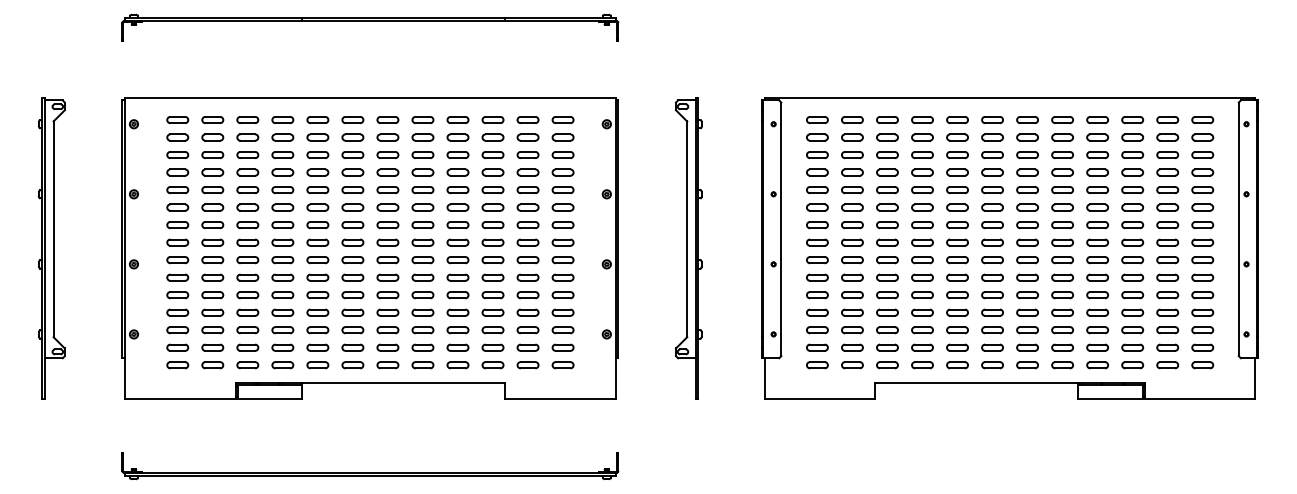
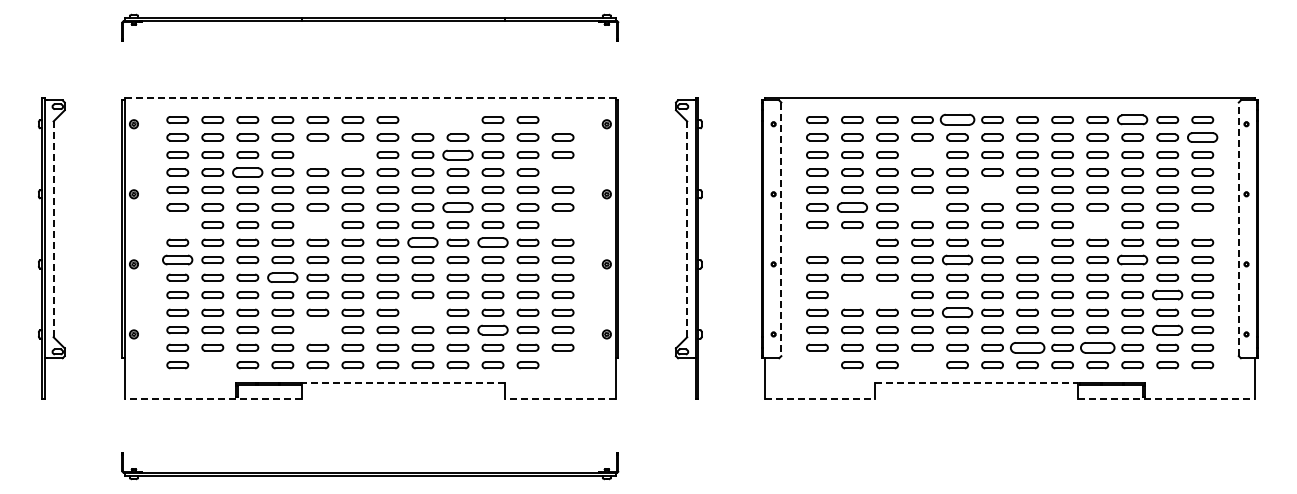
line at (370, 97): solid -> dashed
part at (422, 119): present -> none
part at (457, 119): present -> none
part at (562, 119): present -> none
part at (957, 120) size: 23x9 px -> 37x13 px
part at (1132, 120) size: 24x9 px -> 32x12 px
part at (1202, 137) size: 24x9 px -> 32x11 px
part at (317, 154): present -> none
part at (352, 154): present -> none
part at (457, 154) size: 24x8 px -> 32x12 px
part at (922, 155): present -> none
part at (247, 172) size: 24x9 px -> 32x11 px
part at (562, 172): present -> none
part at (992, 190): present -> none
part at (457, 207) size: 24x9 px -> 32x11 px
part at (852, 207) size: 23x9 px -> 32x11 px
part at (922, 207): present -> none
part at (177, 225): present -> none
part at (317, 225): present -> none
part at (562, 225): present -> none
part at (1097, 225): present -> none
part at (1202, 225): present -> none
line at (53, 229): solid -> dashed
line at (687, 229): solid -> dashed
line at (781, 229): solid -> dashed
line at (1238, 229): solid -> dashed
part at (422, 242) size: 24x9 px -> 32x11 px
part at (492, 242) size: 24x9 px -> 32x11 px
part at (817, 242): present -> none
part at (852, 242): present -> none
part at (1027, 242): present -> none
part at (177, 260) size: 24x9 px -> 32x12 px
part at (957, 260) size: 23x9 px -> 32x12 px
part at (1132, 260) size: 24x9 px -> 32x12 px
part at (282, 277) size: 24x9 px -> 32x11 px
part at (852, 295): present -> none
part at (887, 295): present -> none
part at (1167, 295) size: 24x9 px -> 32x12 px
part at (422, 312): present -> none
part at (957, 312) size: 23x9 px -> 32x12 px
part at (317, 330): present -> none
part at (492, 330) size: 24x9 px -> 32x12 px
part at (1167, 330) size: 24x9 px -> 32x12 px
part at (1027, 347) size: 23x9 px -> 36x12 px
part at (1097, 347) size: 23x9 px -> 36x12 px
part at (212, 365): present -> none
part at (562, 365): present -> none
part at (817, 365): present -> none
part at (922, 365): present -> none
line at (403, 382): solid -> dashed
line at (976, 382): solid -> dashed
line at (213, 398): solid -> dashed
line at (559, 398): solid -> dashed
line at (820, 398): solid -> dashed
line at (1167, 398): solid -> dashed
